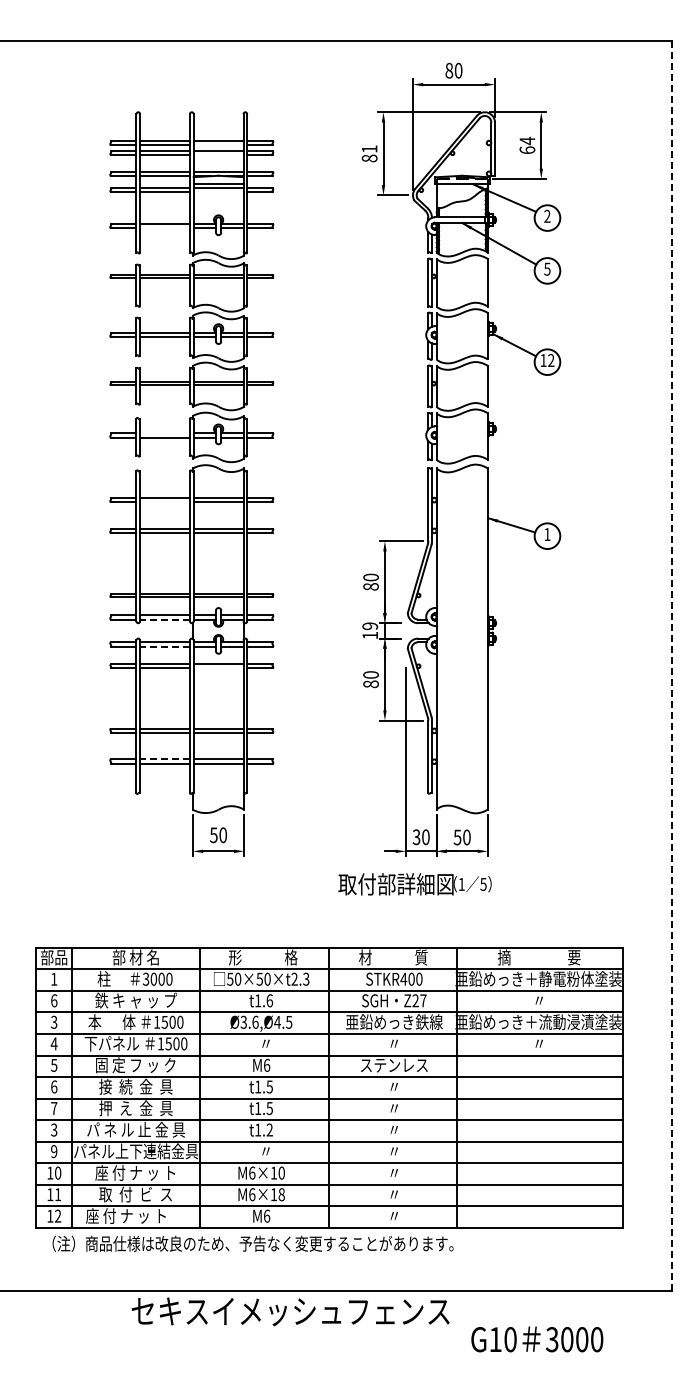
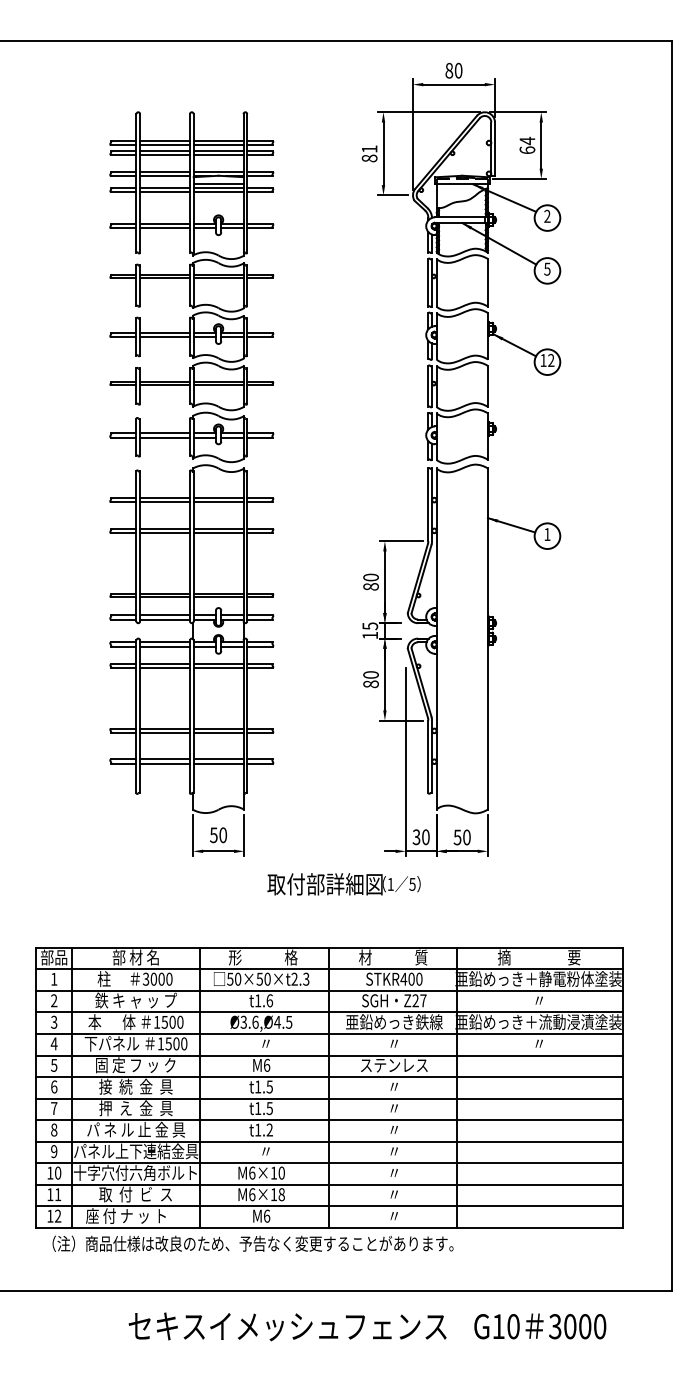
line at (218, 145): none -> present
line at (218, 155): none -> present
line at (218, 192): none -> present
line at (164, 228): none -> present
line at (164, 432): none -> present
line at (164, 502): none -> present
line at (165, 619): dashed -> solid
text at (369, 626): 19 -> 15
line at (165, 646): dashed -> solid
line at (672, 666): dashed -> solid
line at (218, 668): none -> present
line at (165, 759): dashed -> solid
text at (414, 884) position: (414, 884) -> (343, 884)
text at (54, 1000): 6 -> 2
text at (54, 1129): 3 -> 8
text at (135, 1172): 座 付 ナ ッ ト -> 十字穴付六角ボルト
text at (290, 1311) position: (290, 1311) -> (287, 1326)
text at (537, 1339) position: (537, 1339) -> (540, 1326)
